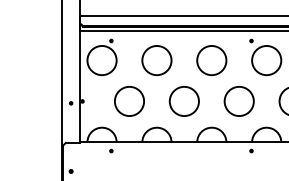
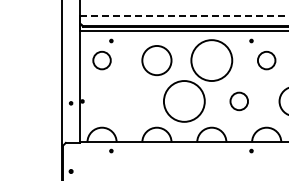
line at (184, 16): solid -> dashed
circle at (101, 60) diameter: 29 px -> 18 px
circle at (211, 60) diameter: 29 px -> 41 px
circle at (266, 60) diameter: 29 px -> 18 px
circle at (129, 101): present -> none
circle at (183, 101) diameter: 29 px -> 41 px
circle at (238, 101) diameter: 29 px -> 18 px
